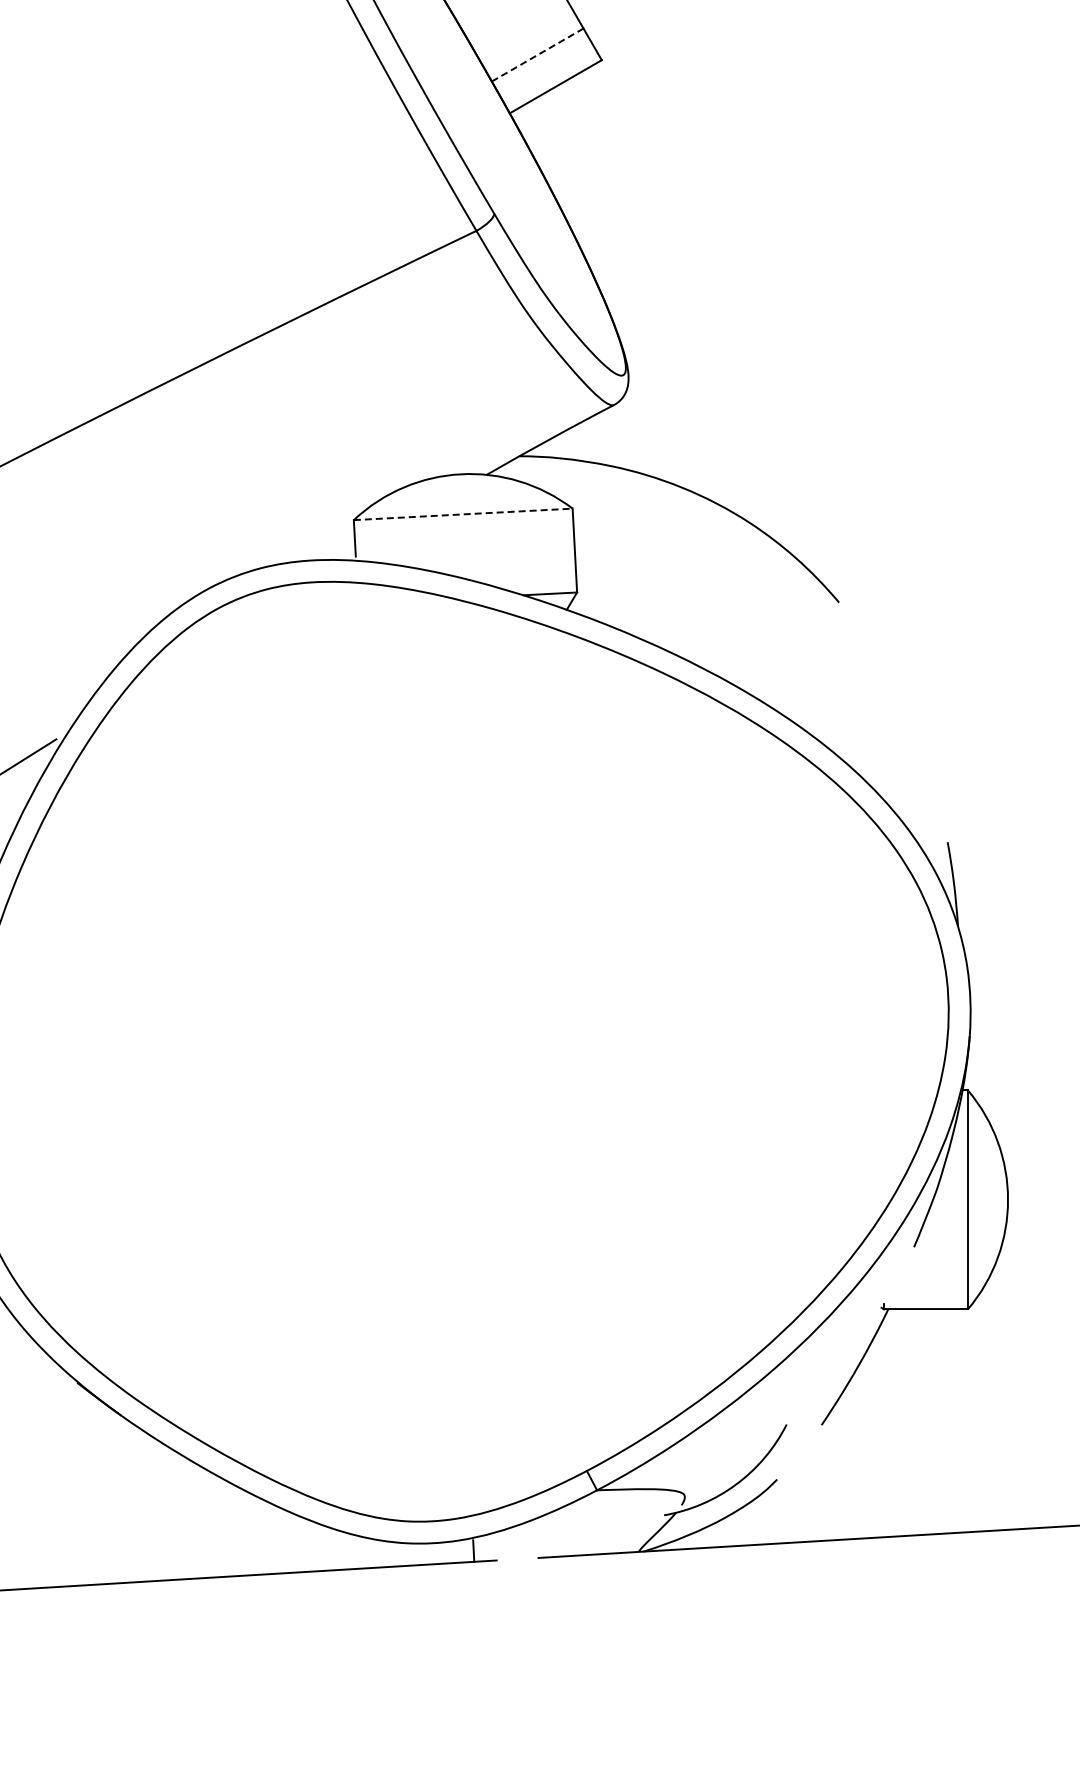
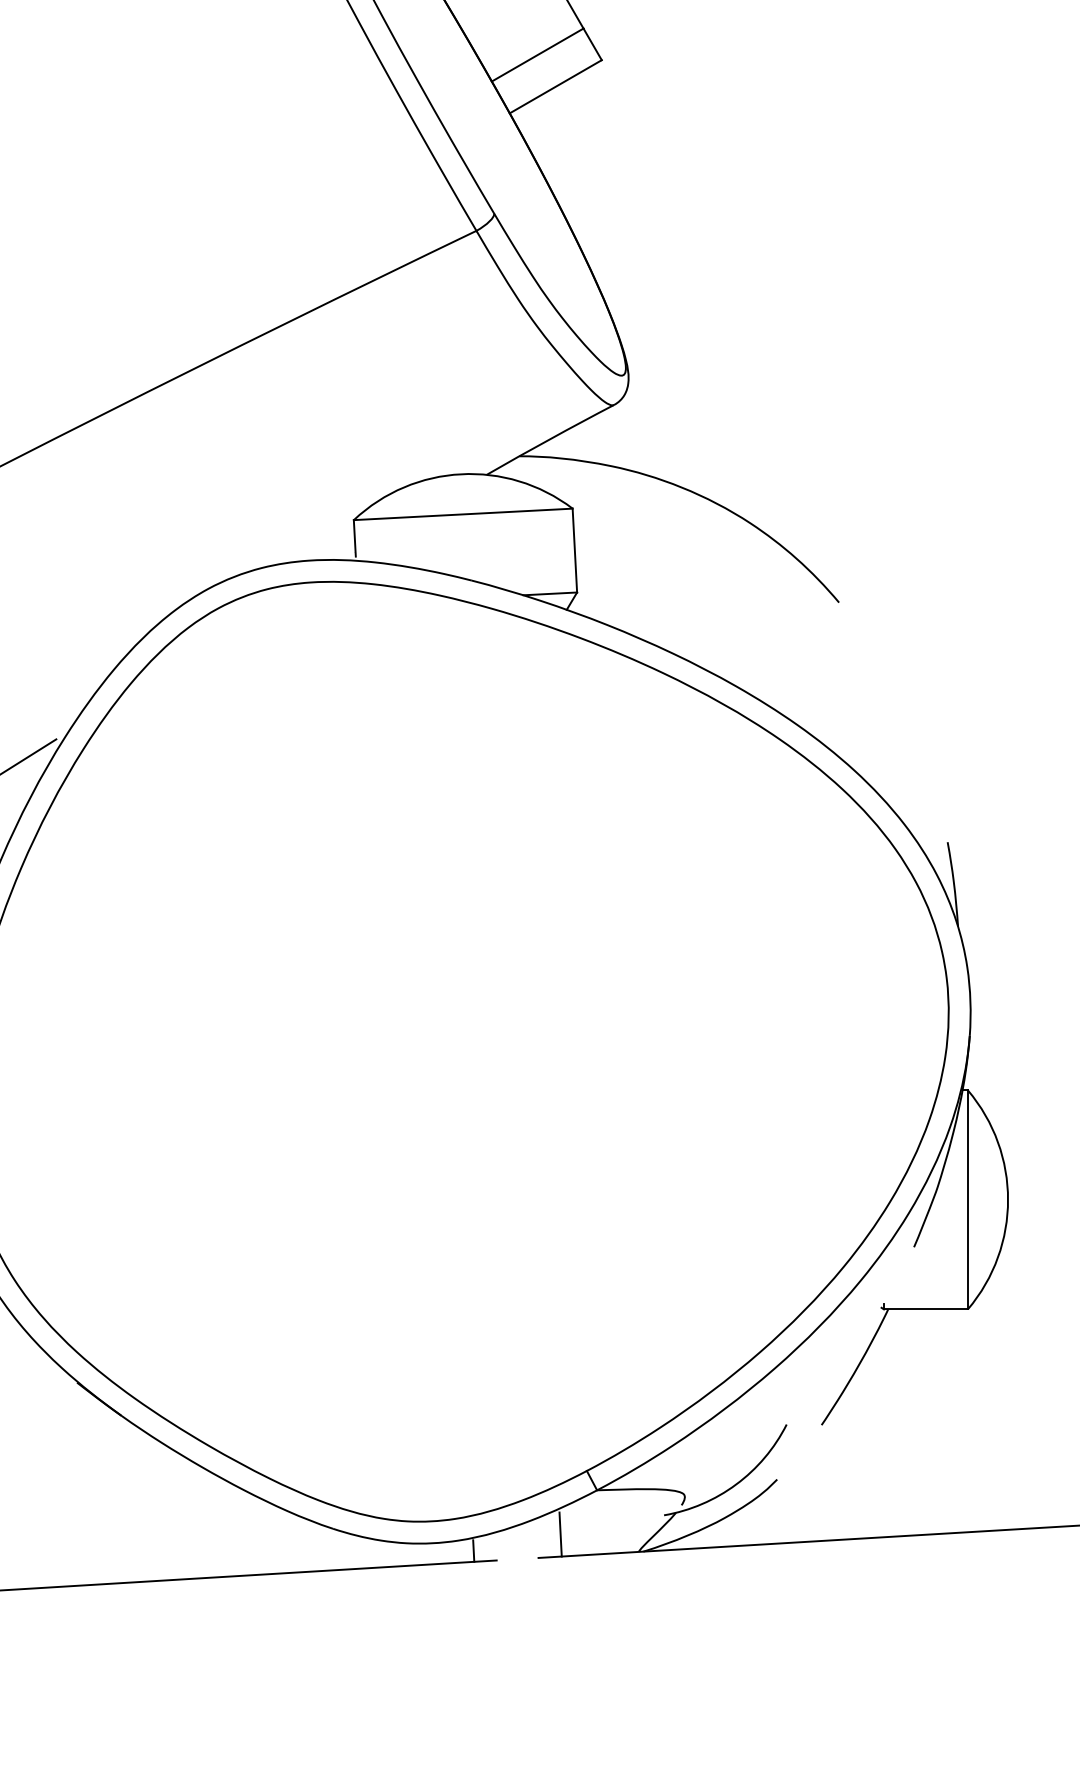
line at (537, 55): dashed -> solid
line at (463, 514): dashed -> solid
line at (560, 1534): none -> present
